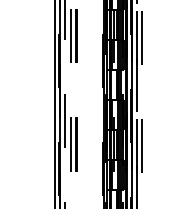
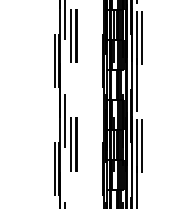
line at (54, 104): solid -> dashed
